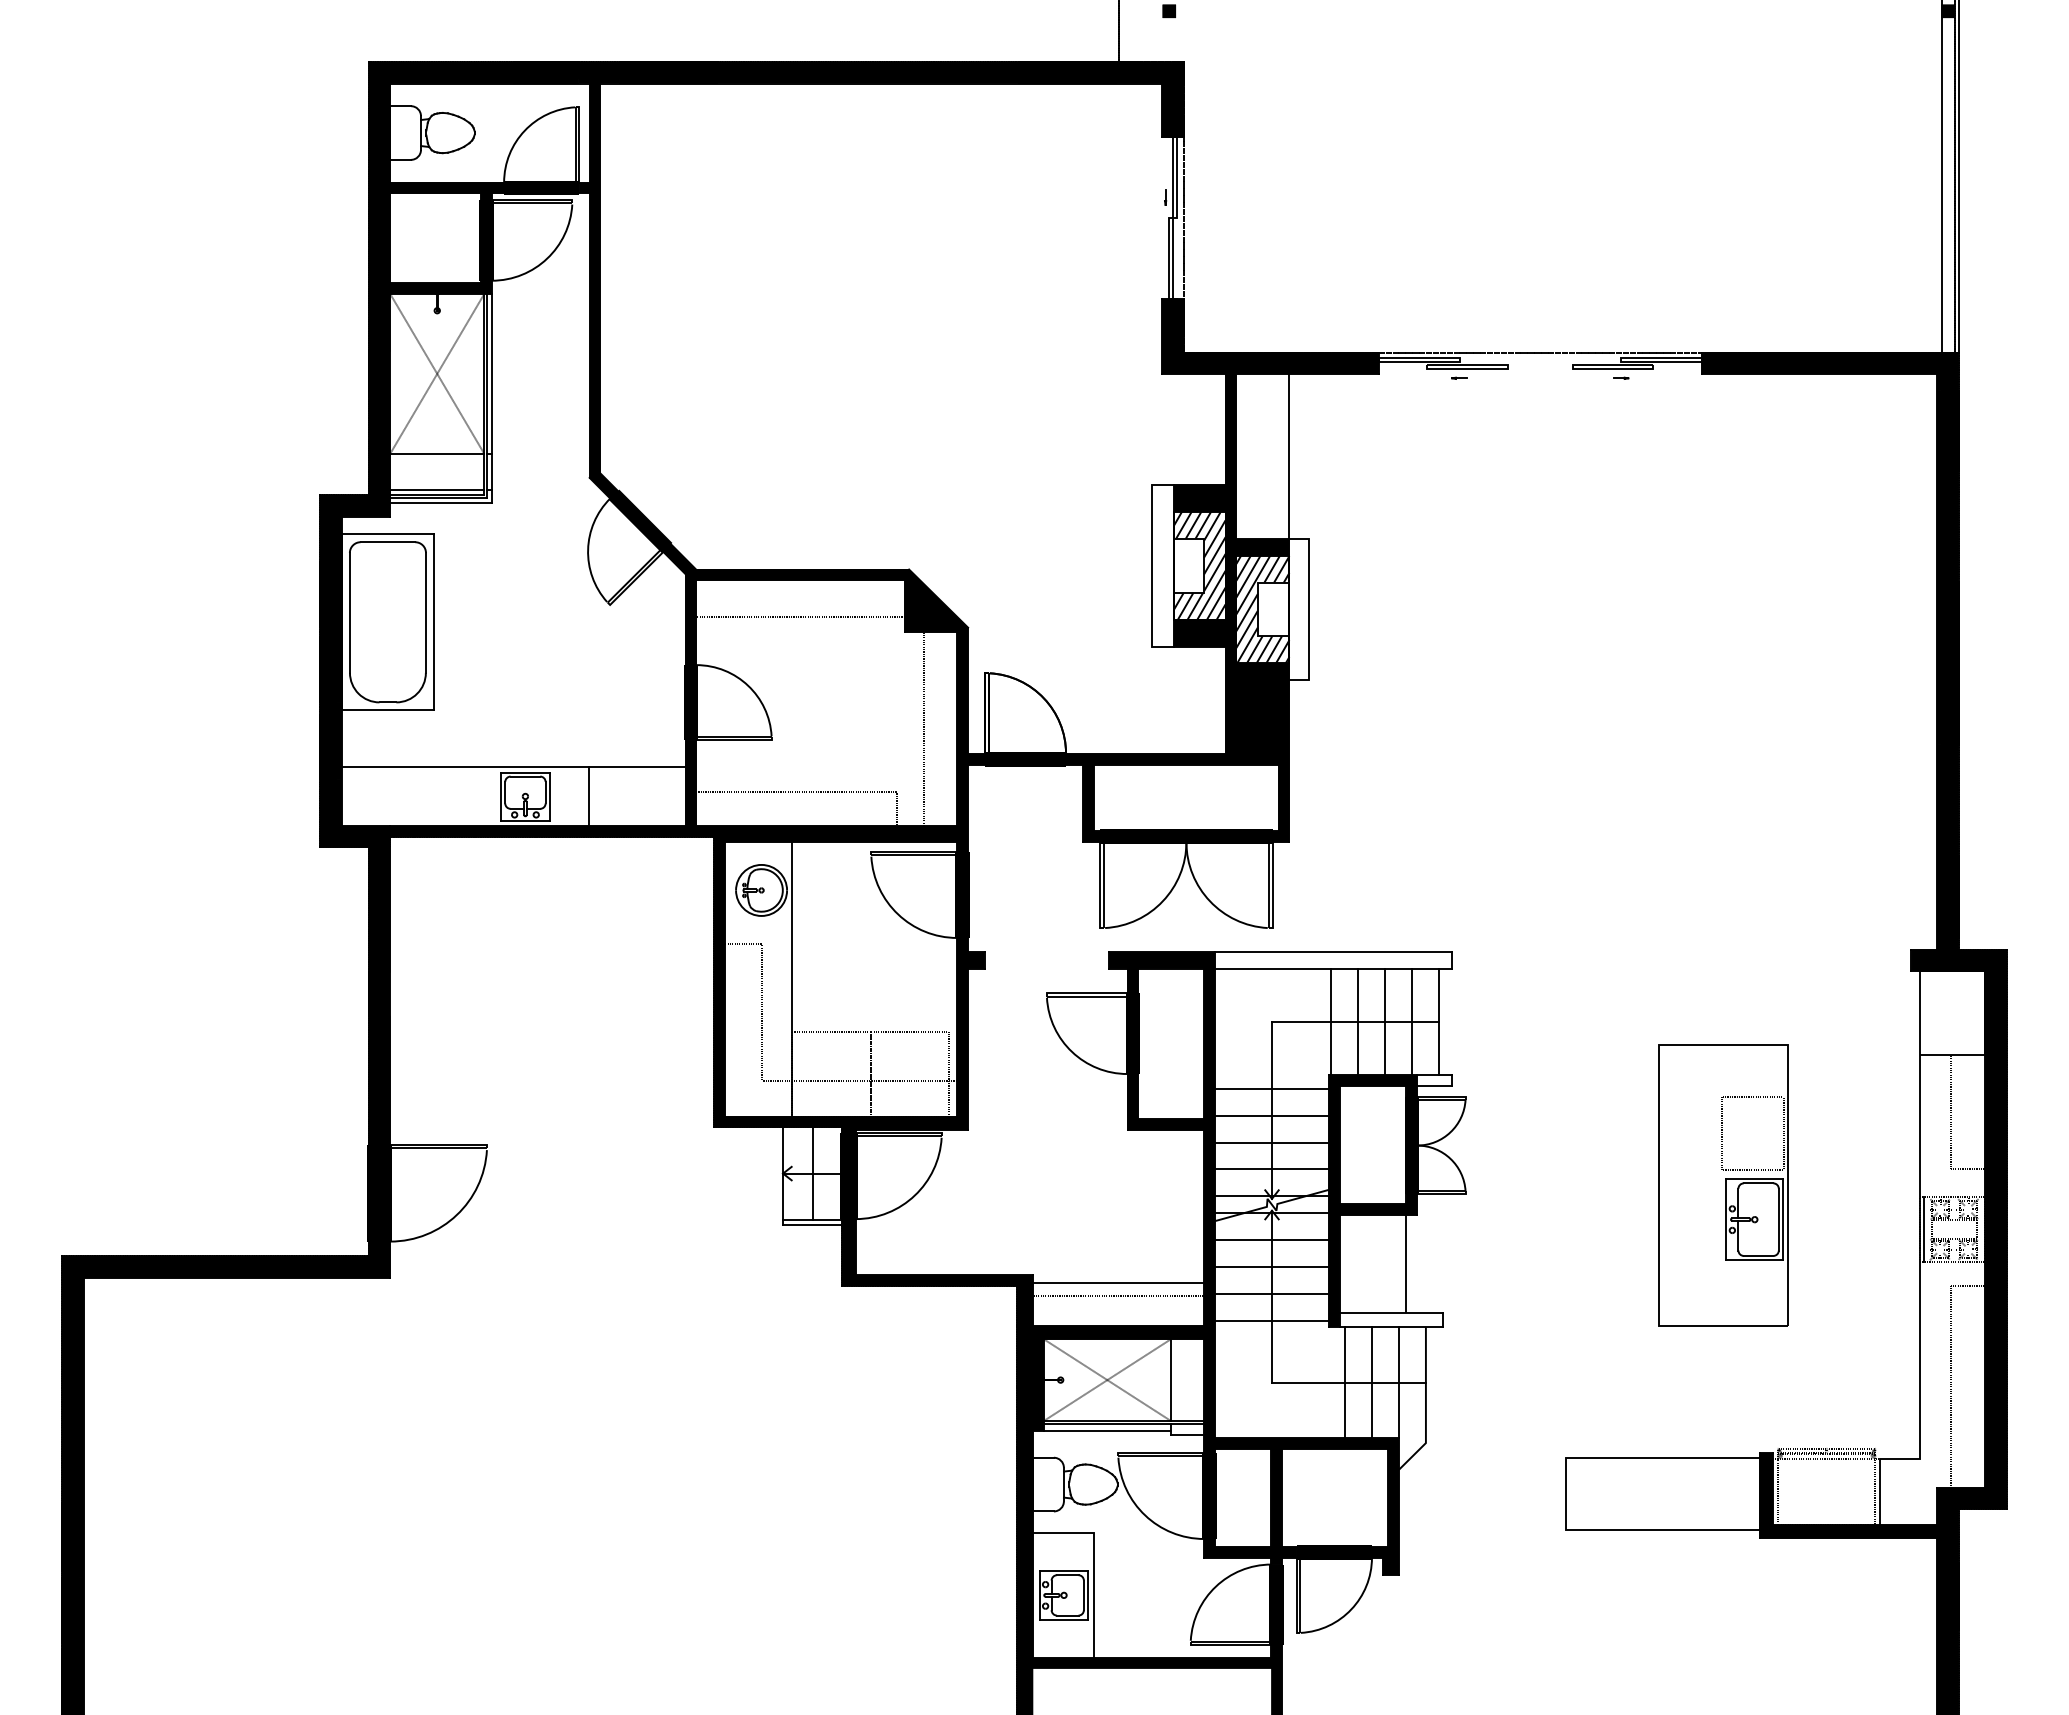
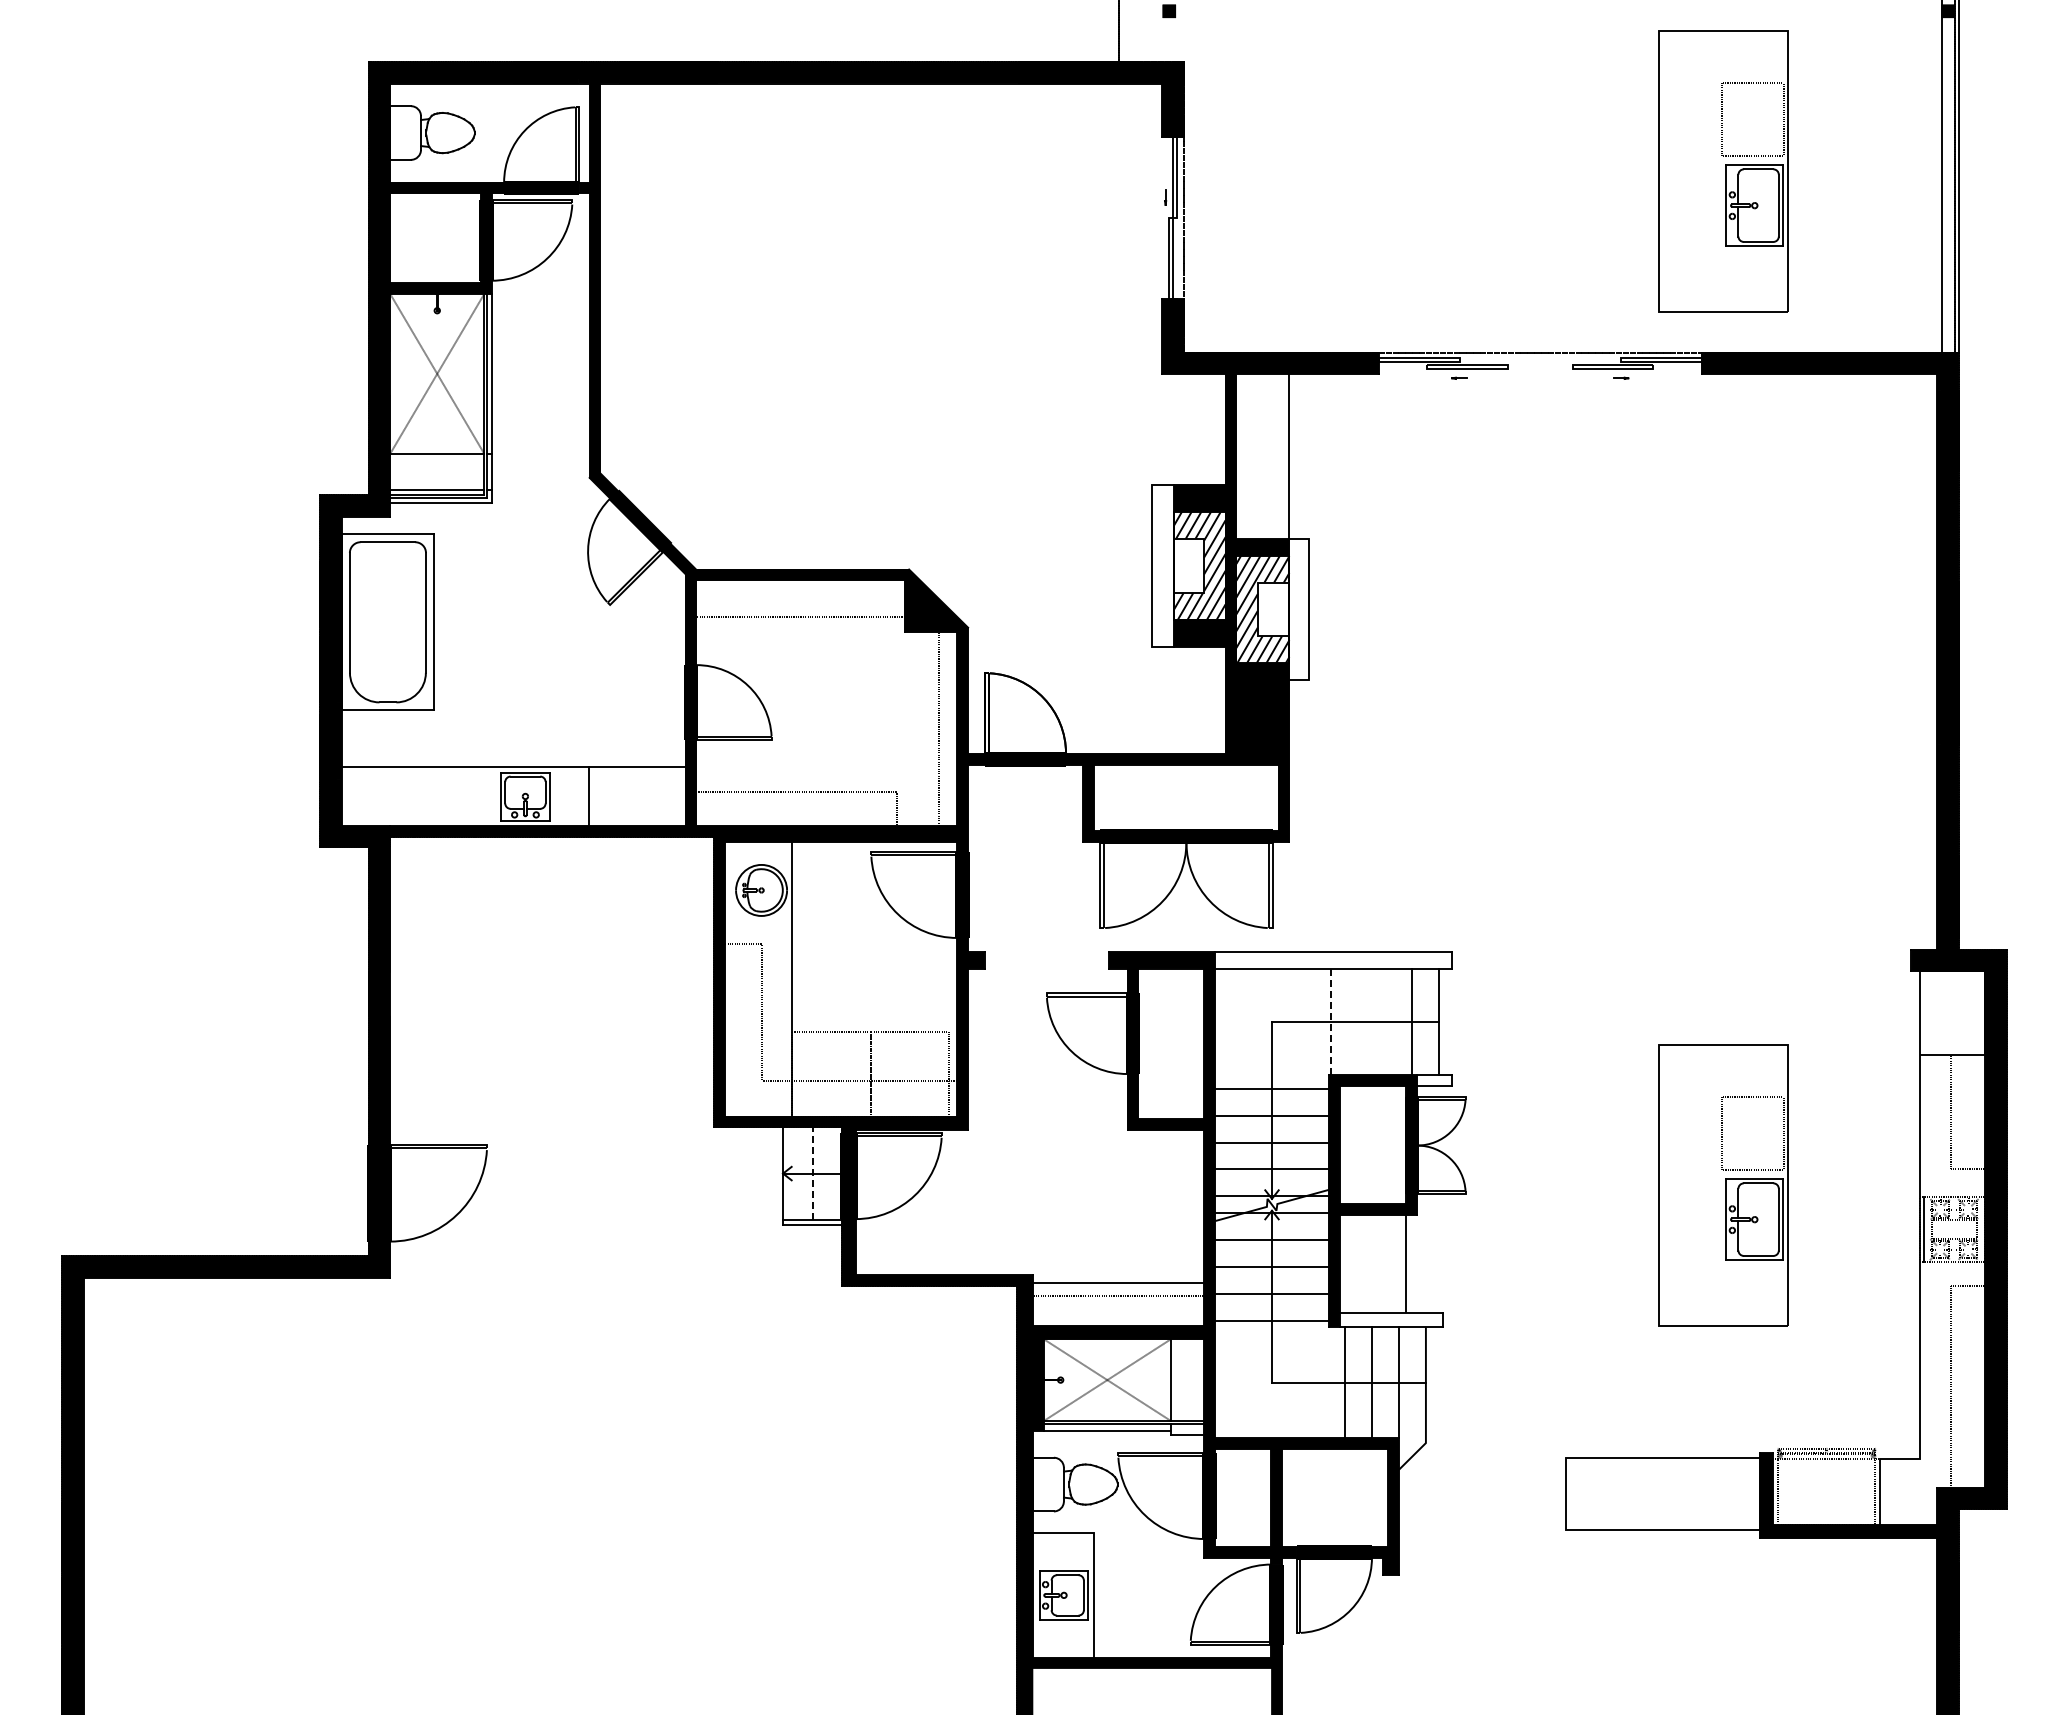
part at (1723, 171): none -> present
line at (923, 728) position: (923, 728) -> (938, 728)
line at (1358, 1021): present -> none
line at (1384, 1021): present -> none
line at (1331, 1022): solid -> dashed
line at (812, 1173): solid -> dashed
